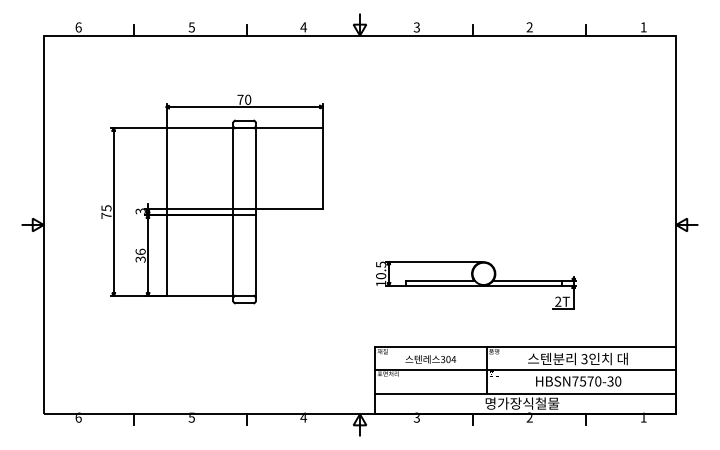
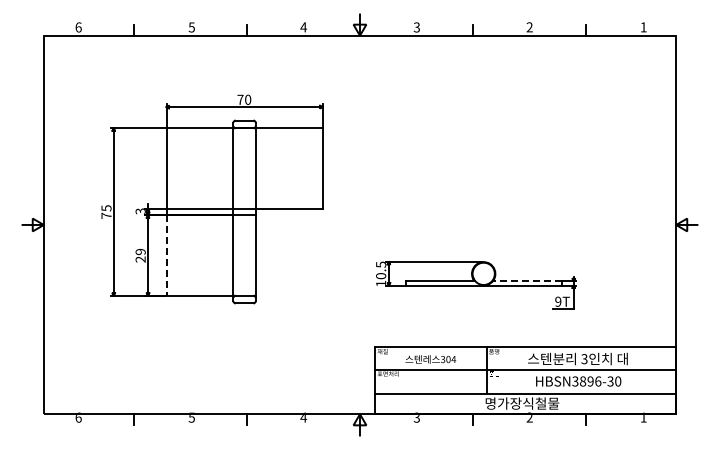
text at (140, 255): 36 -> 29
line at (166, 255): solid -> dashed
line at (526, 281): solid -> dashed
text at (558, 301): 2T -> 9T
text at (586, 381): HBSN7570-30 -> HBSN3896-30
